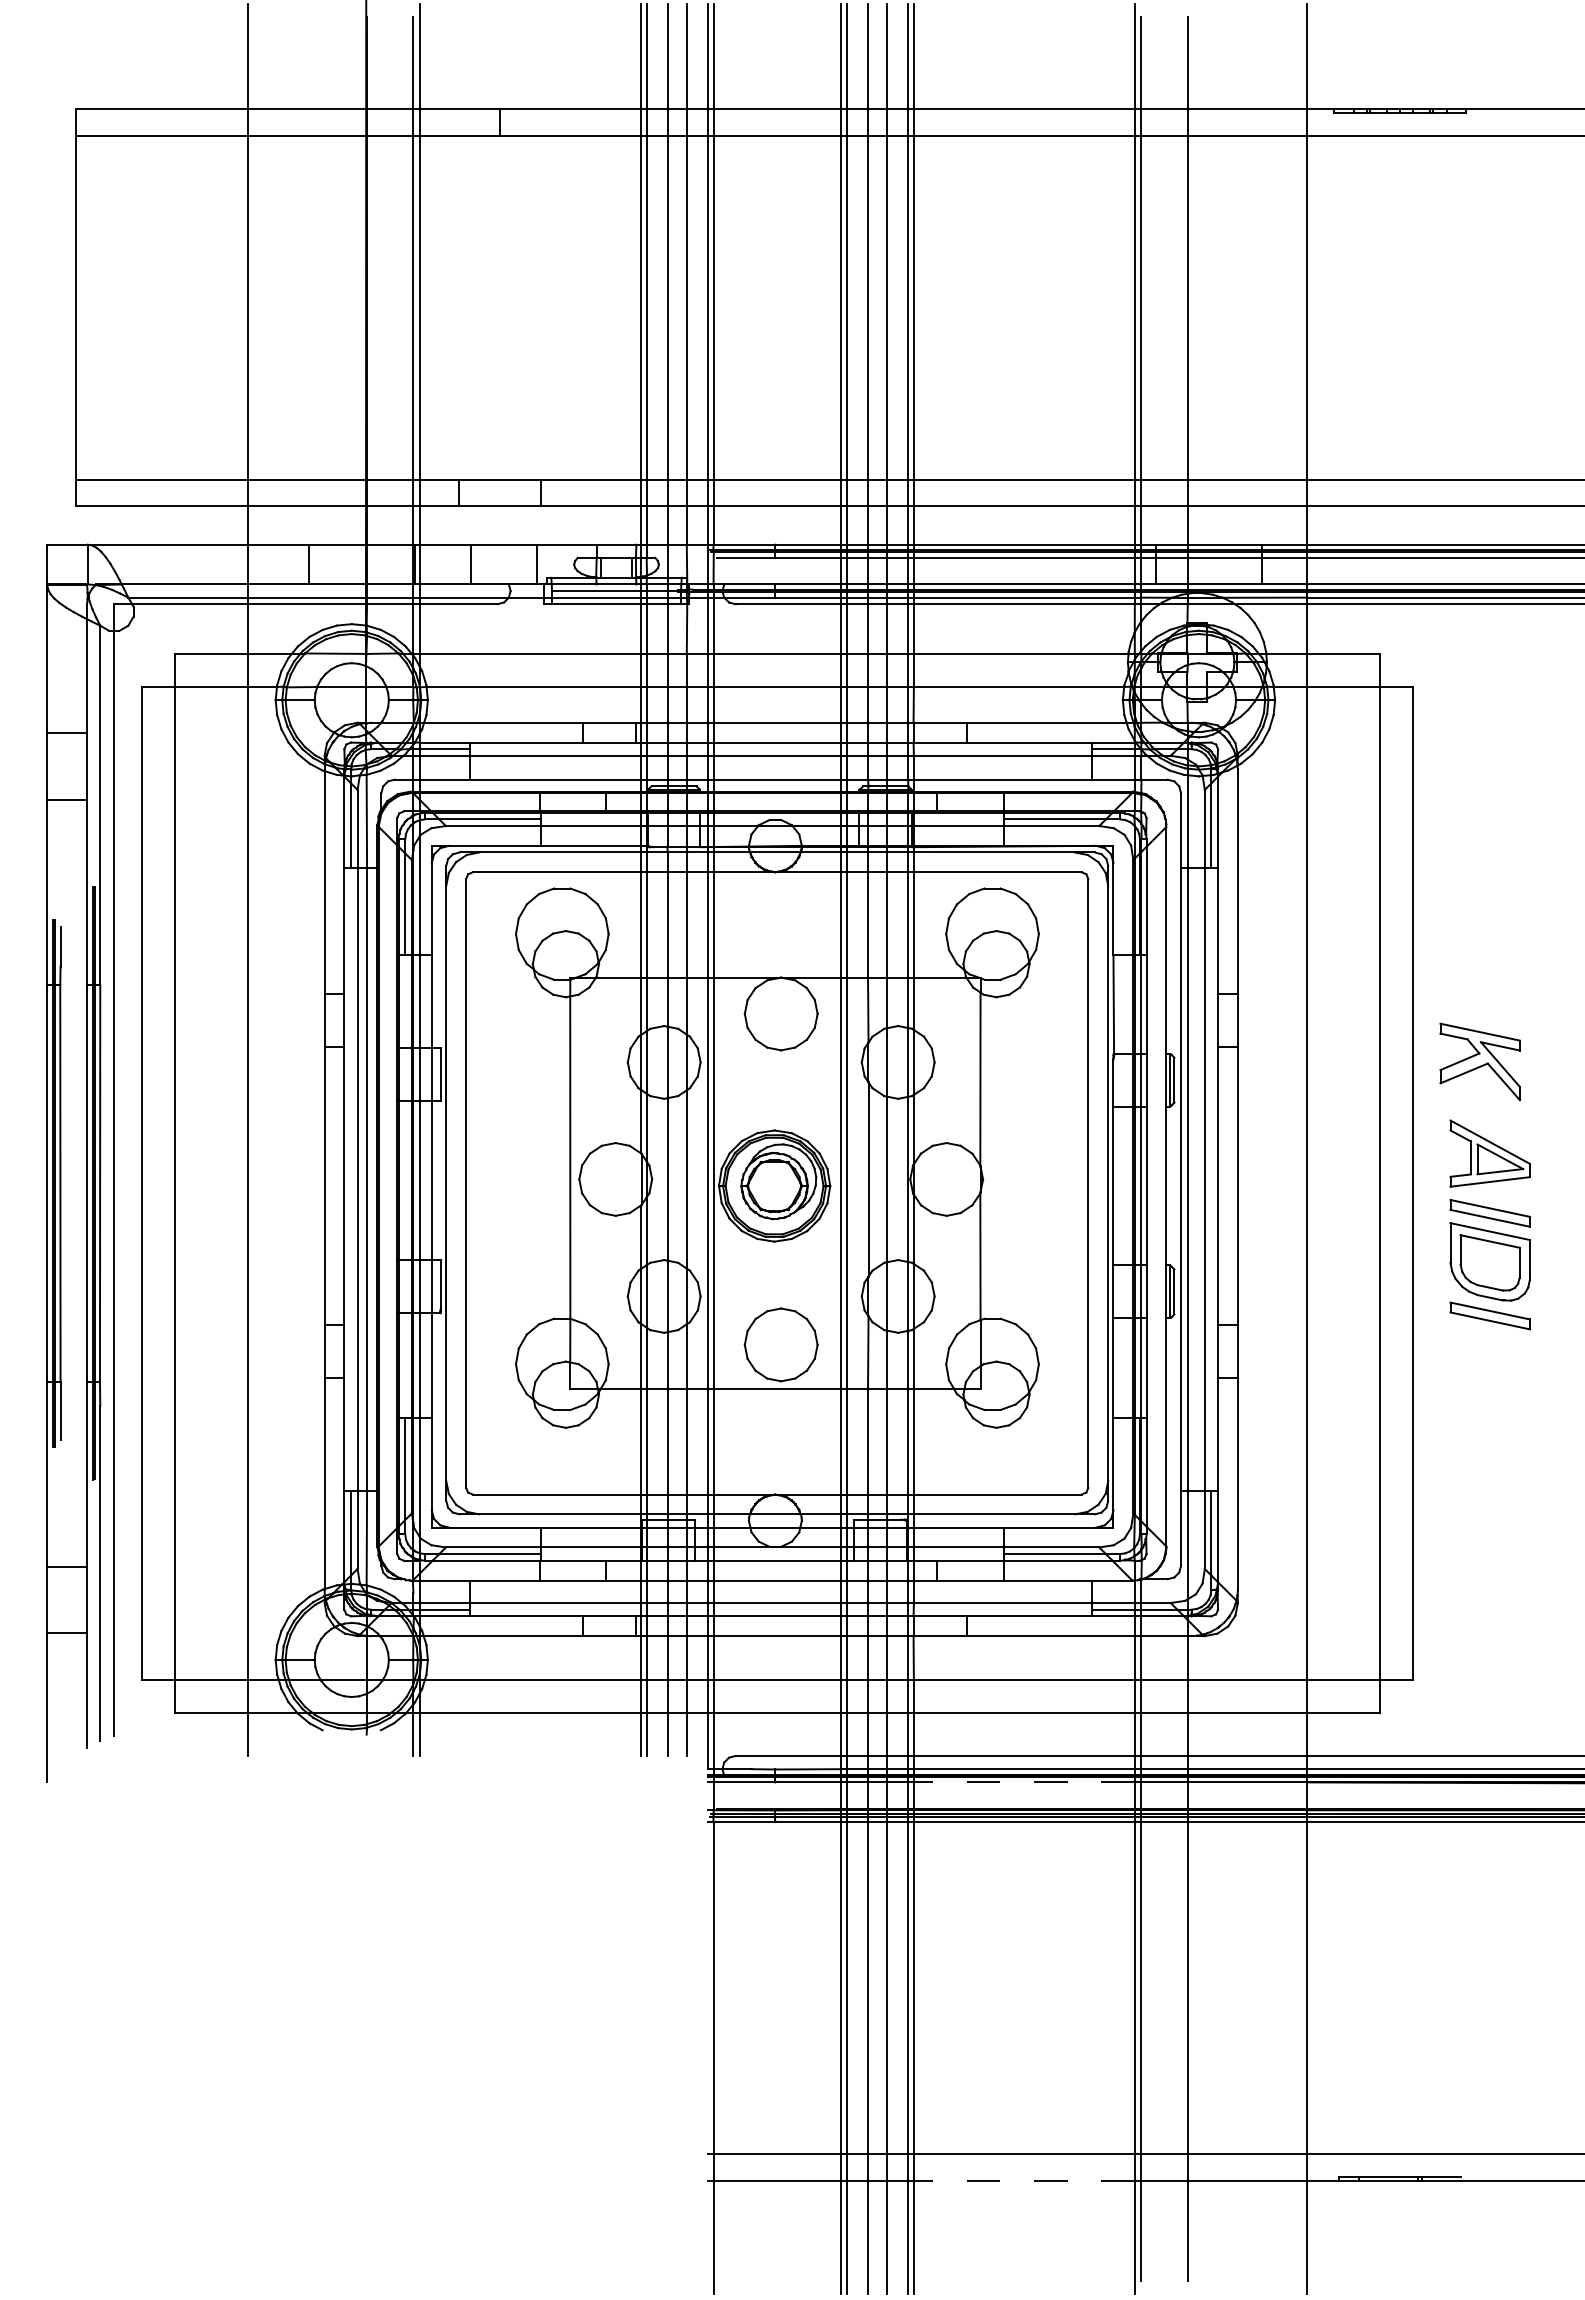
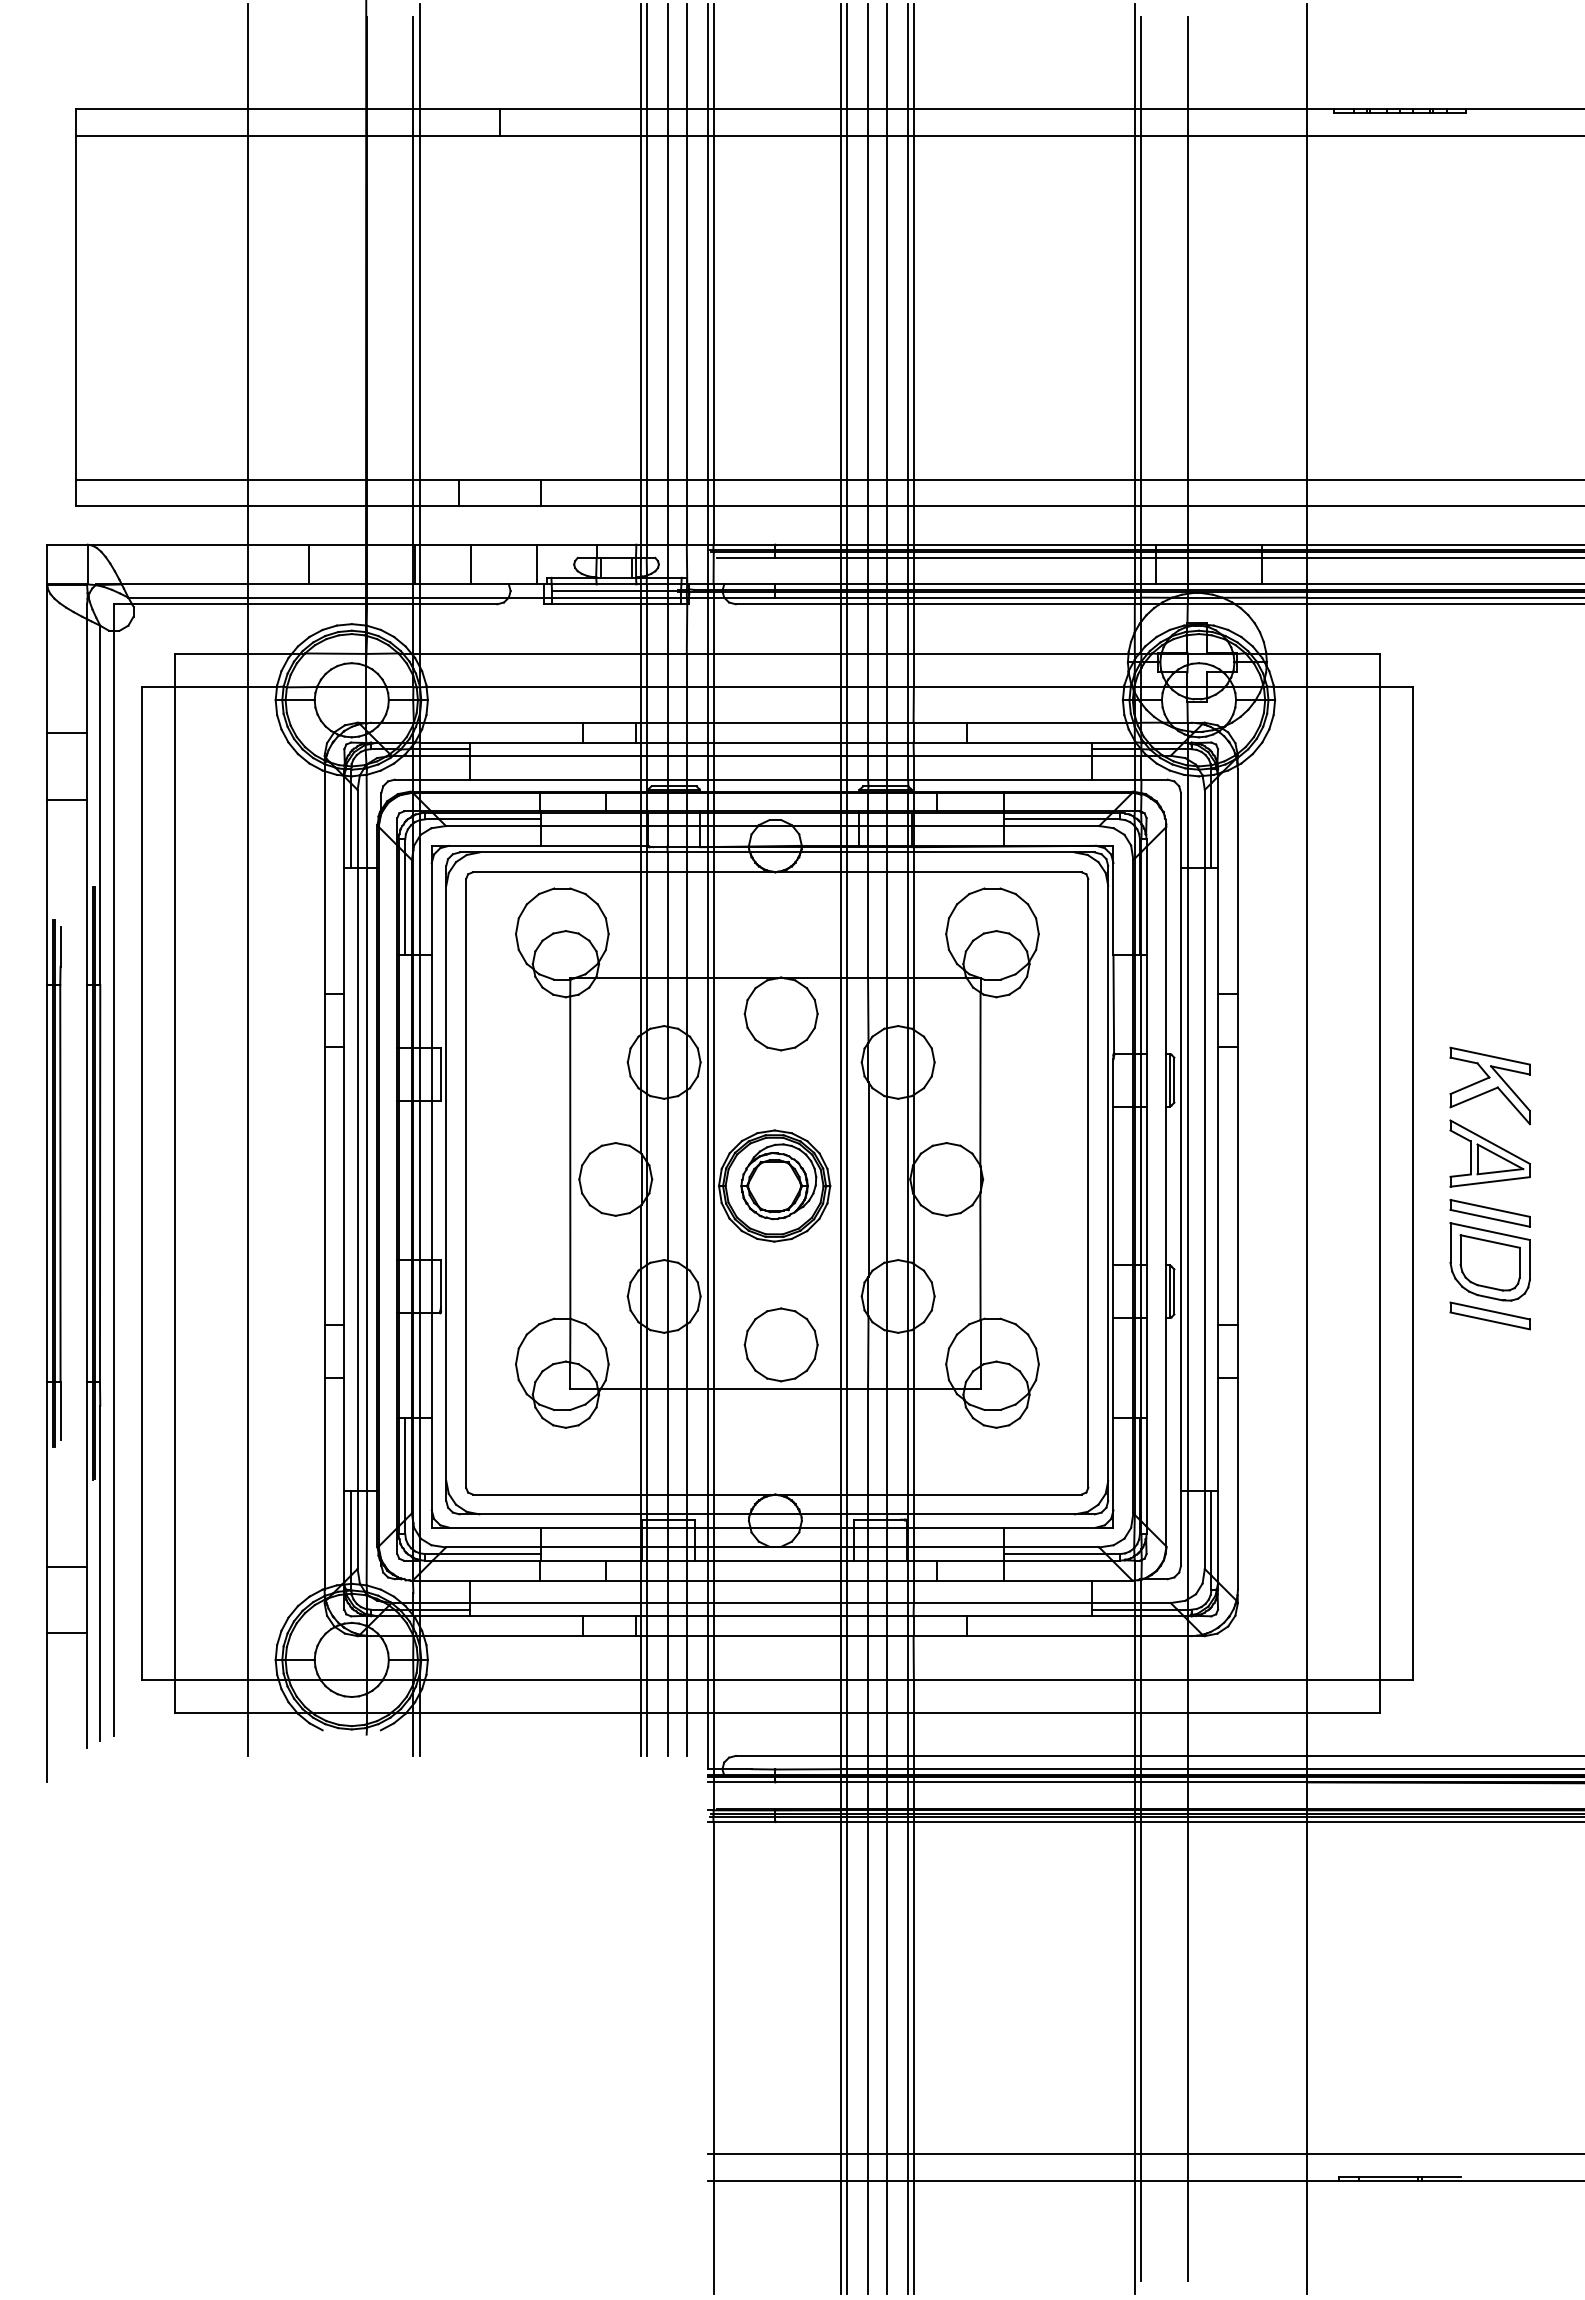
part at (1479, 1061) position: (1479, 1061) -> (1489, 1085)
line at (1023, 1782): dashed -> solid
line at (1023, 2180): dashed -> solid
